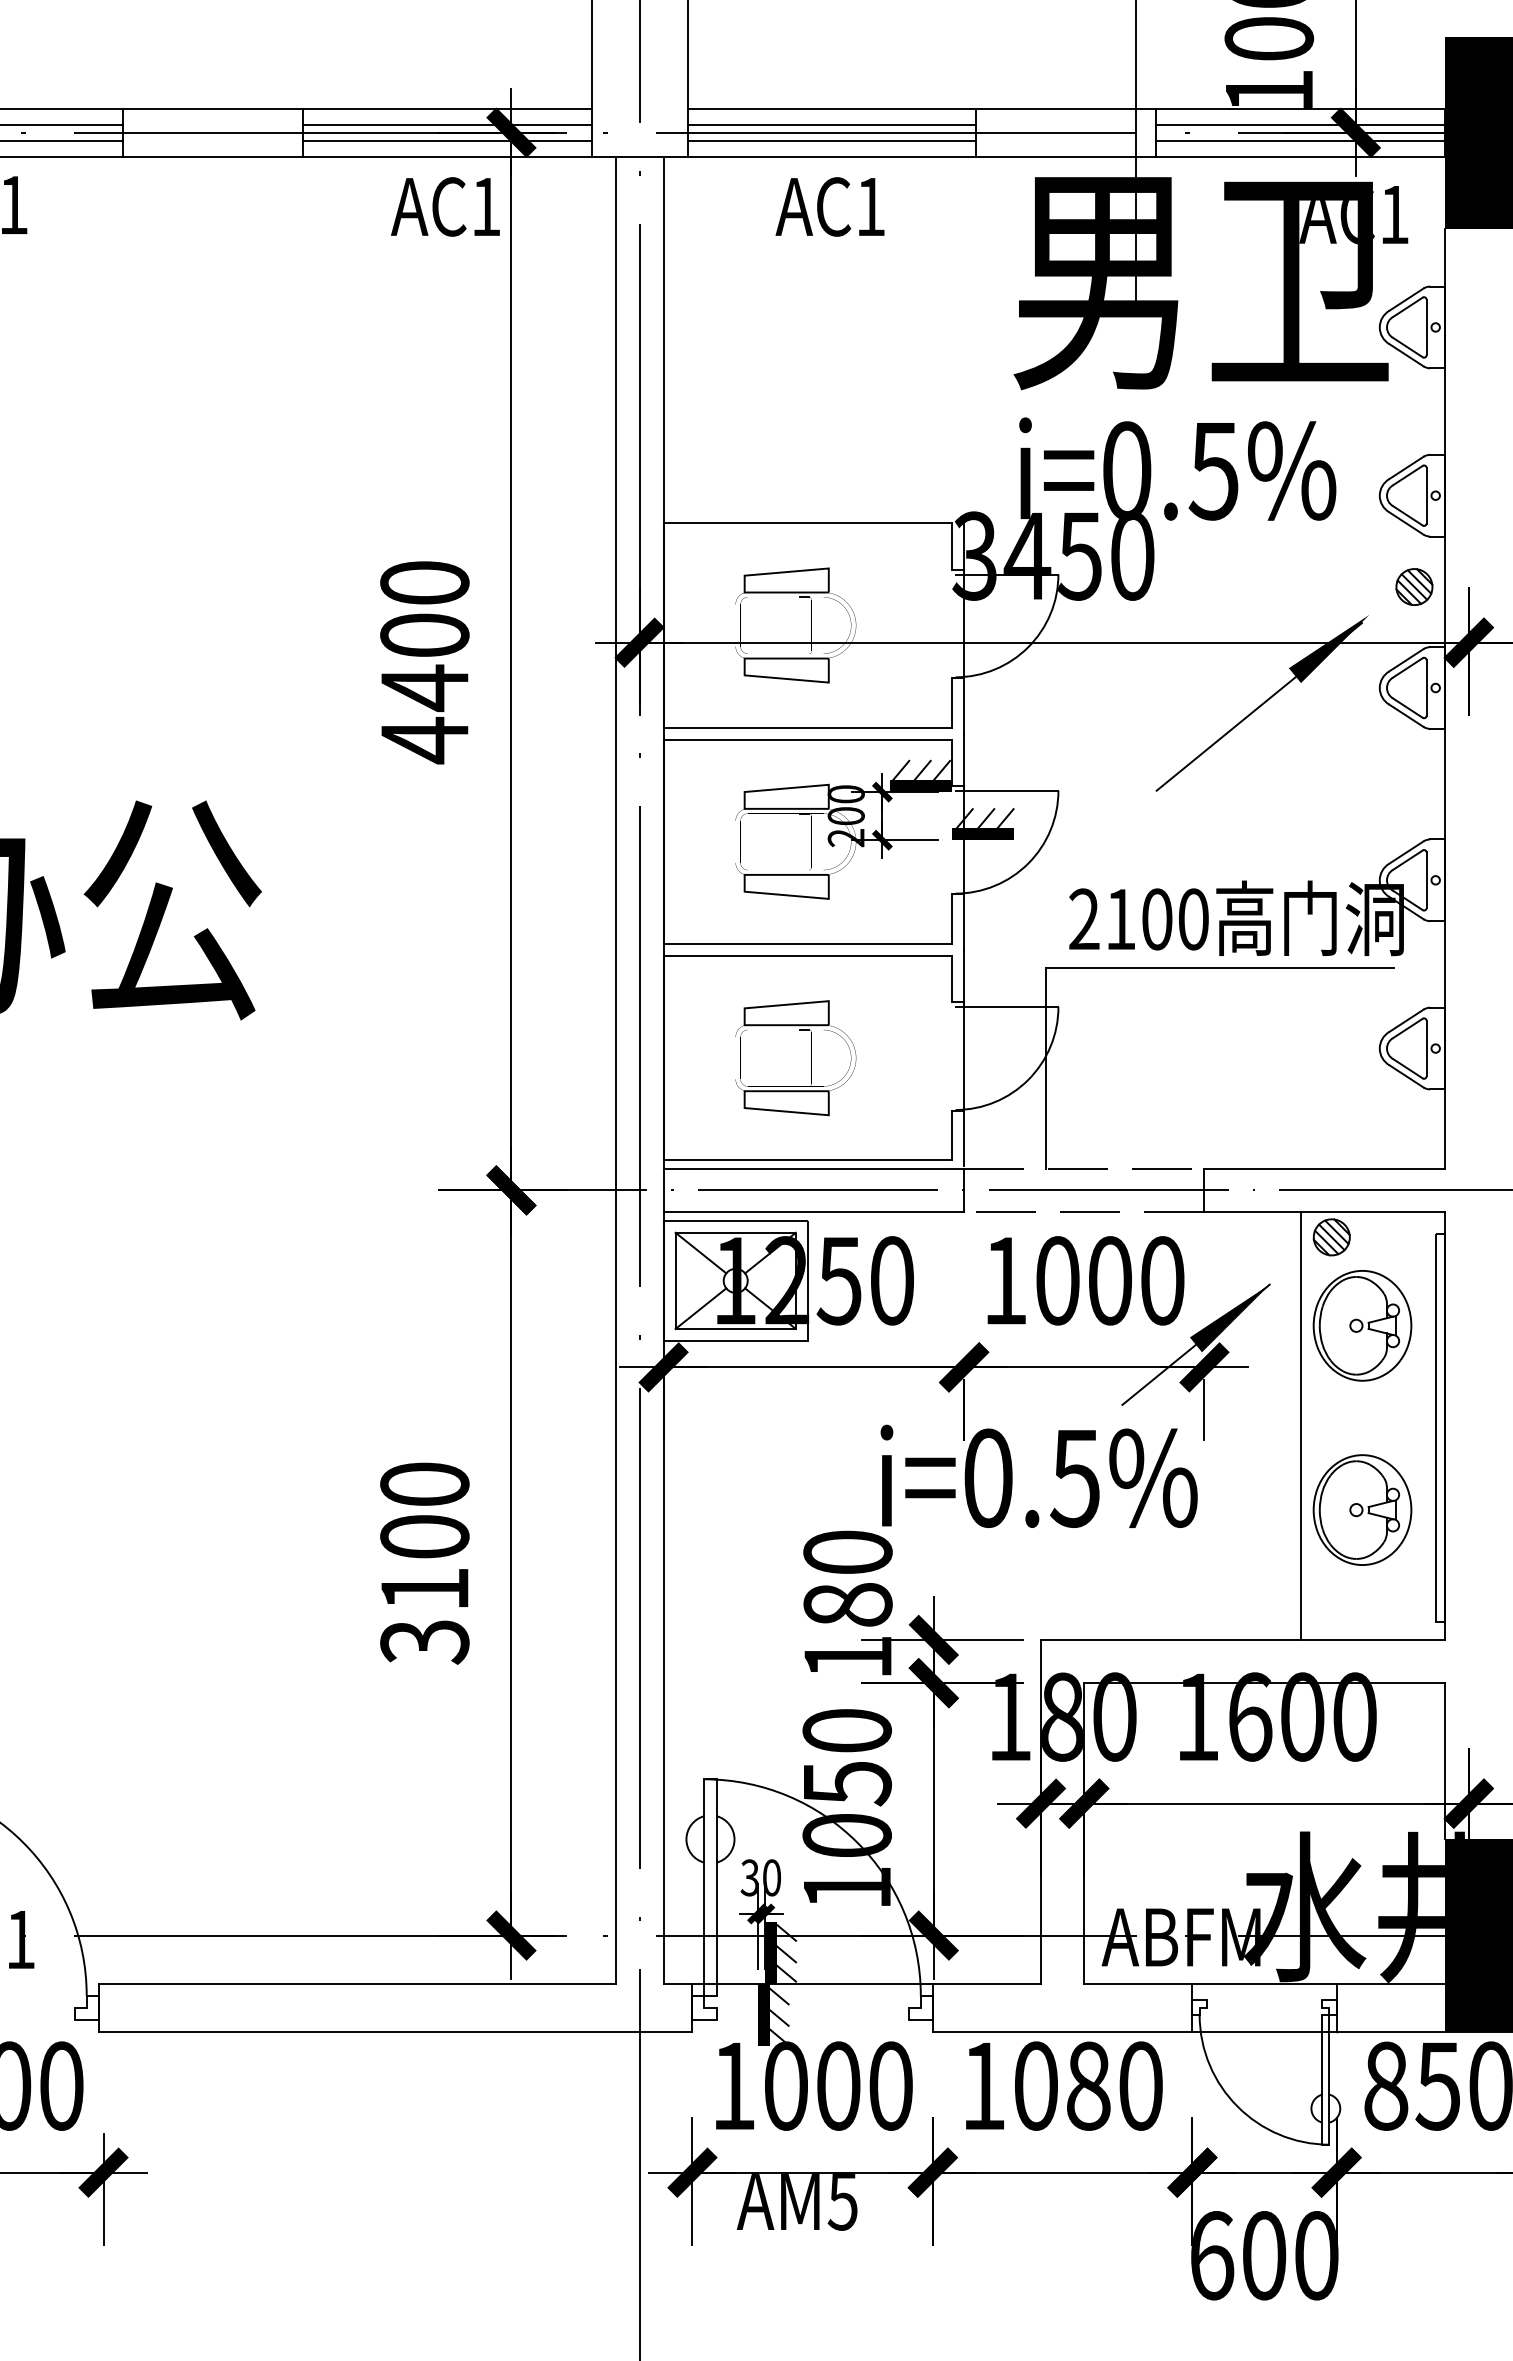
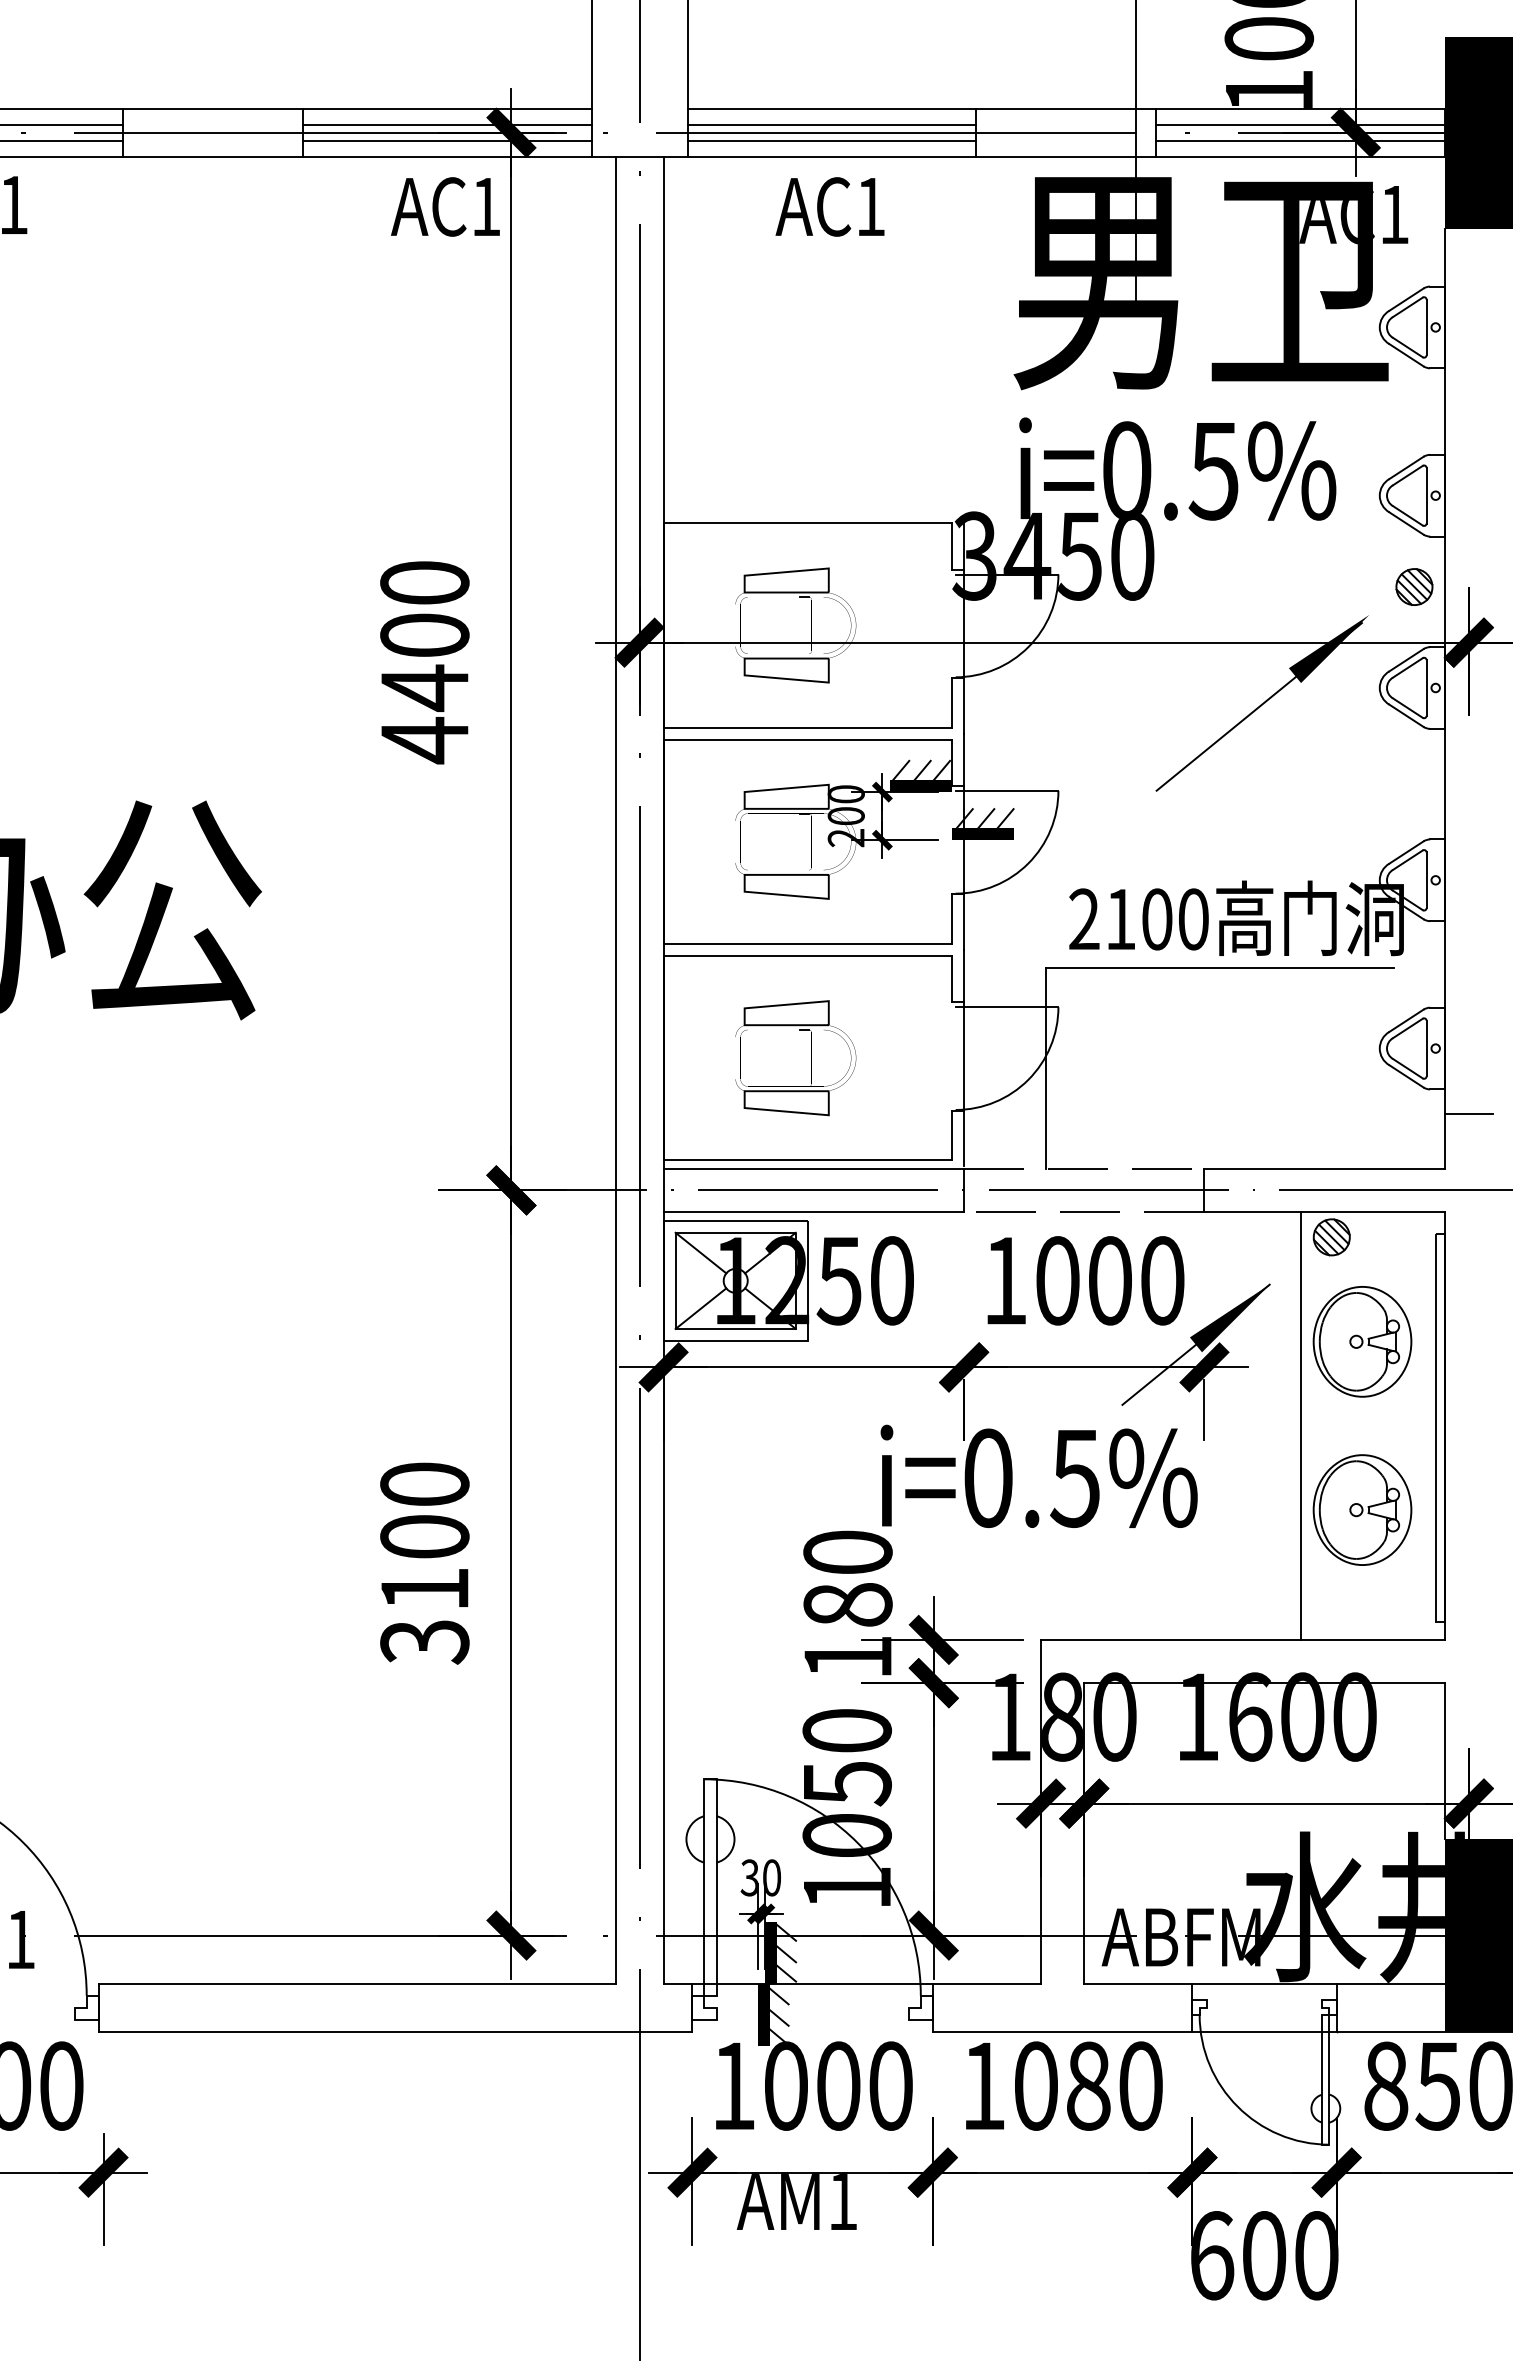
line at (1468, 1114): none -> present
part at (1362, 1325) position: (1362, 1325) -> (1362, 1341)
text at (842, 2202): AM5 -> AM1
